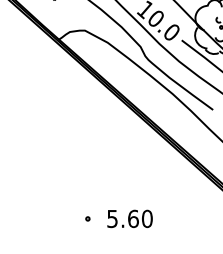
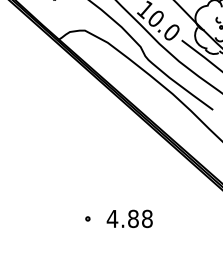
text at (129, 218): 5.60 -> 4.88
